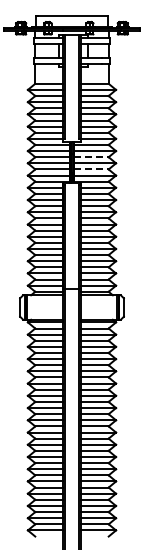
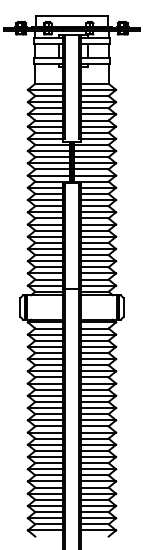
line at (91, 157): dashed -> solid
line at (91, 169): dashed -> solid
